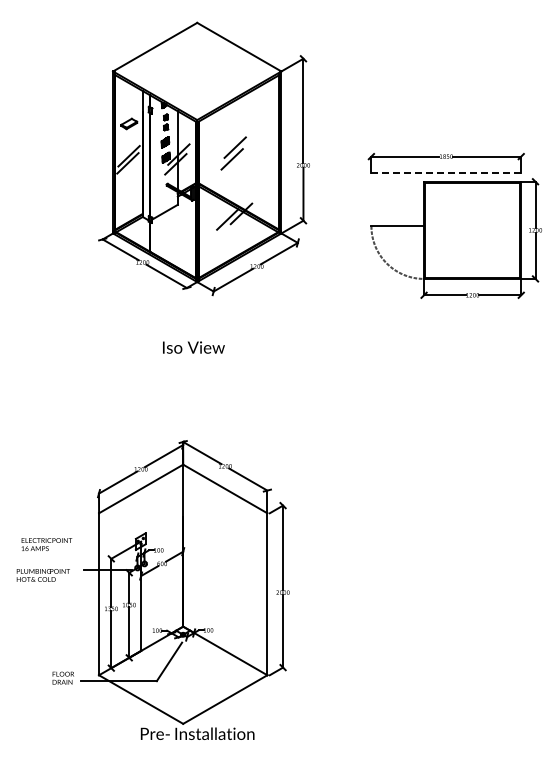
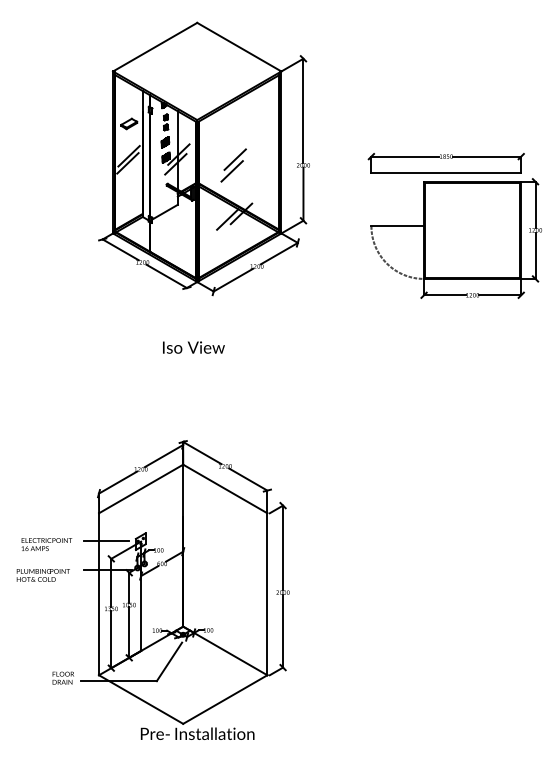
part at (233, 153) position: (233, 153) -> (233, 165)
line at (446, 172): dashed -> solid
line at (105, 540): none -> present
